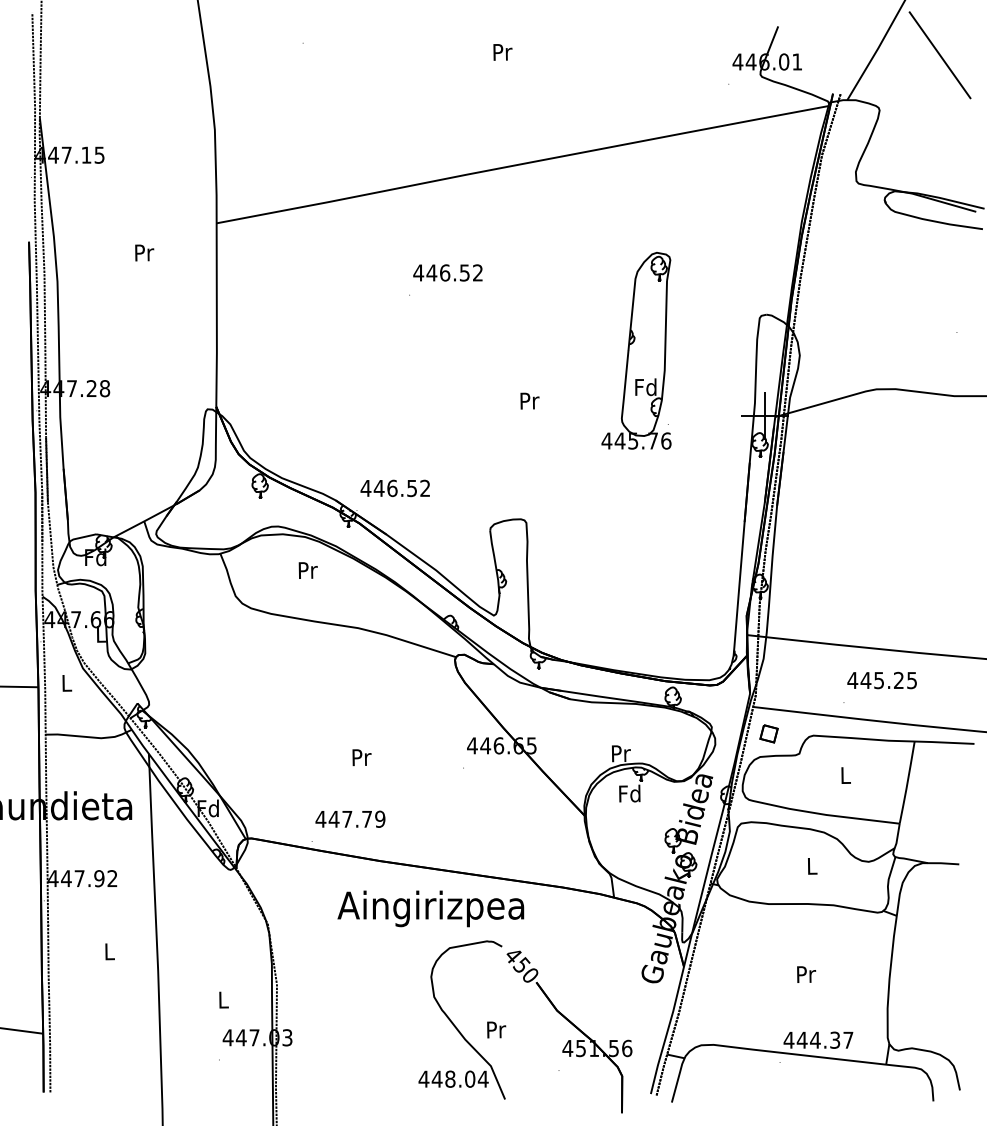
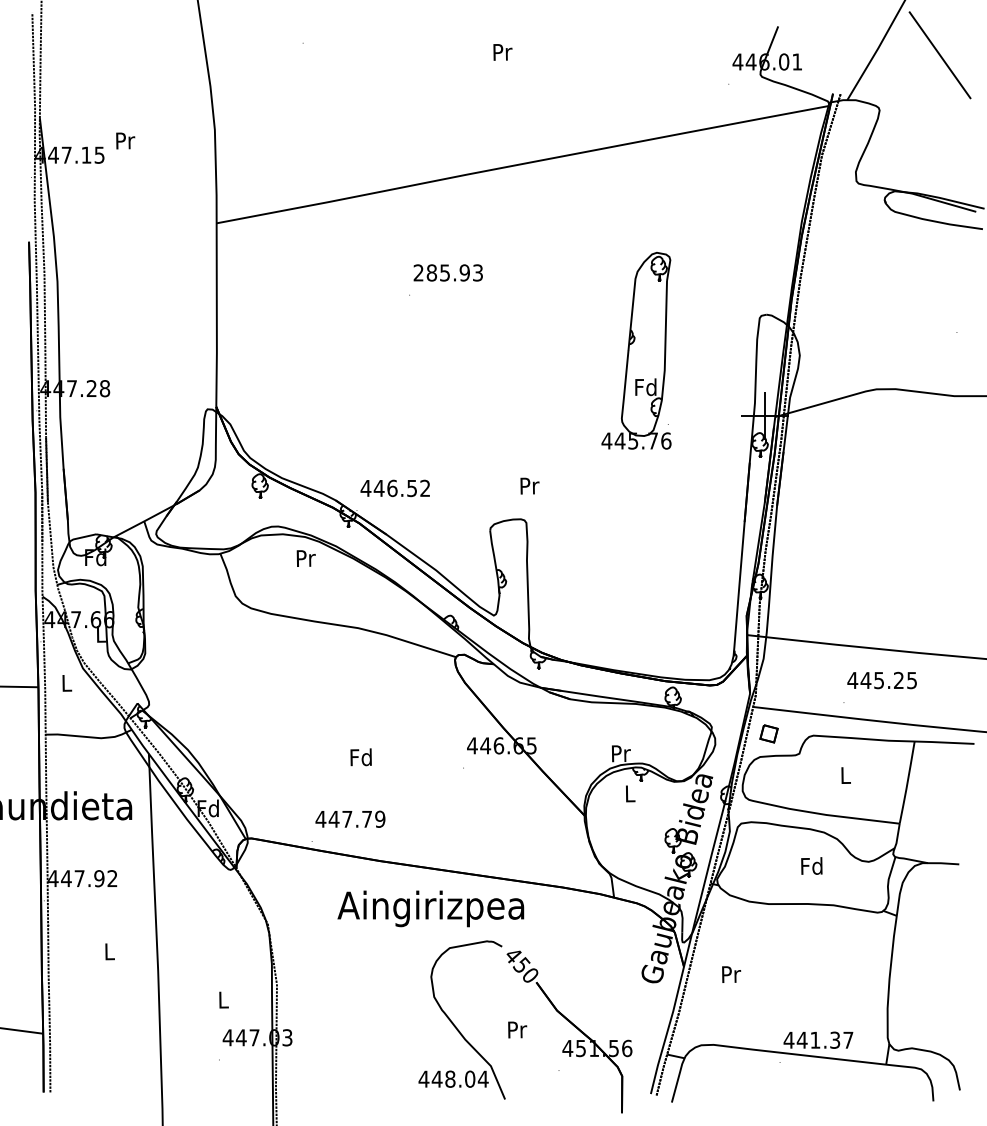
text at (144, 252) position: (144, 252) -> (125, 140)
text at (447, 272): 446.52 -> 285.93
text at (529, 400) position: (529, 400) -> (529, 485)
text at (307, 570) position: (307, 570) -> (305, 558)
text at (360, 757): Pr -> Fd
text at (629, 793): Fd -> L
text at (811, 865): L -> Fd
text at (806, 974) position: (806, 974) -> (731, 974)
text at (496, 1029) position: (496, 1029) -> (517, 1029)
text at (815, 1039): 444.37 -> 441.37
